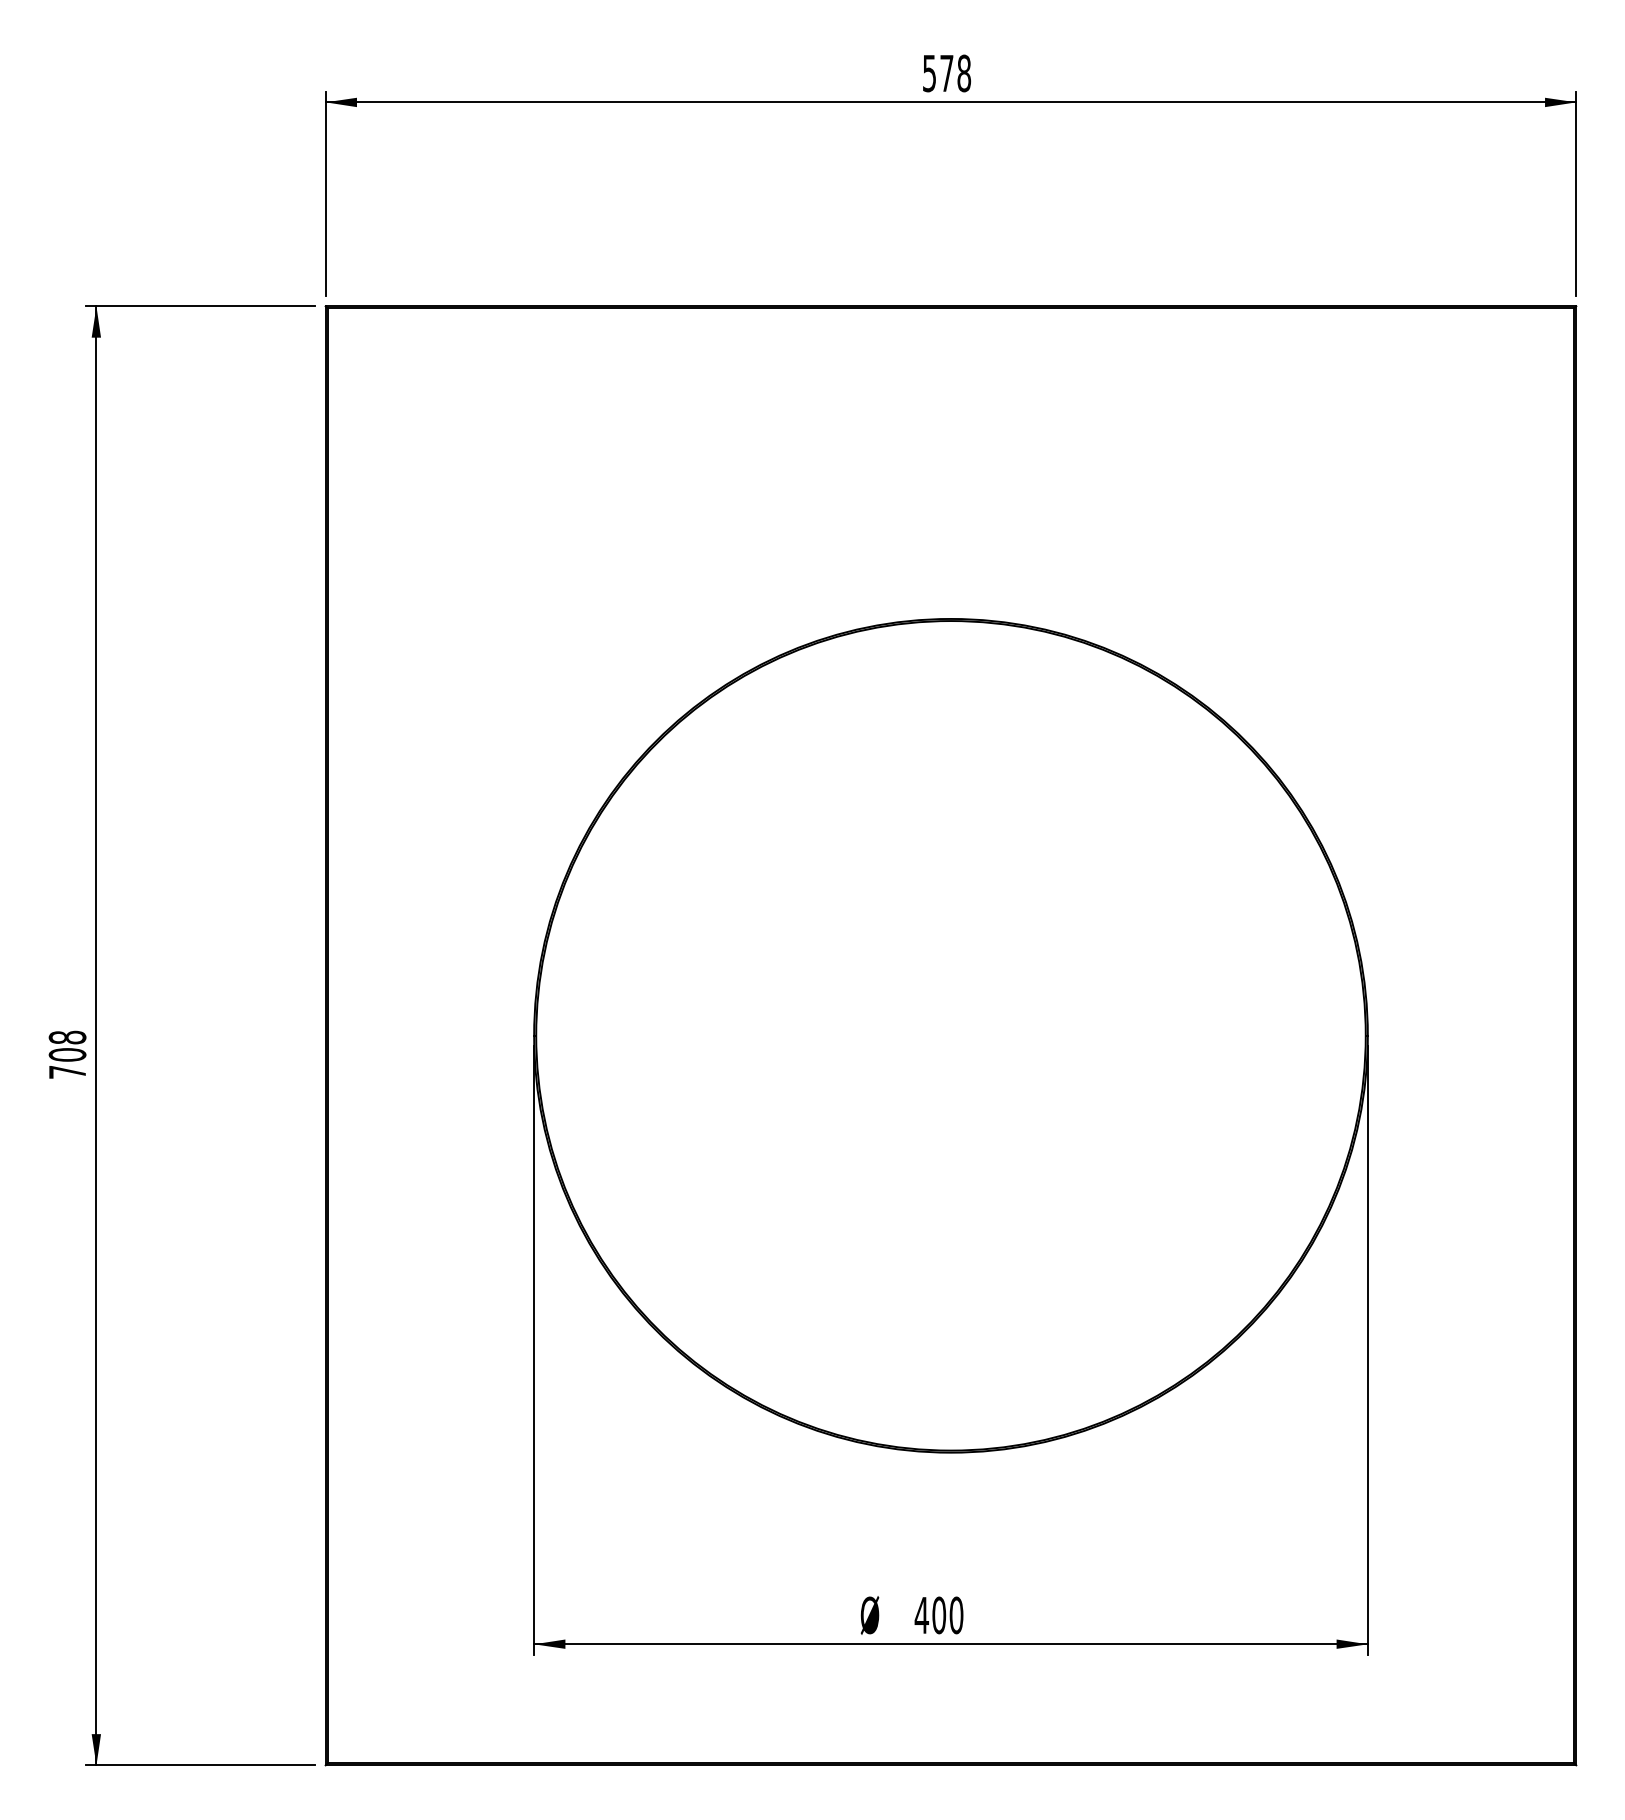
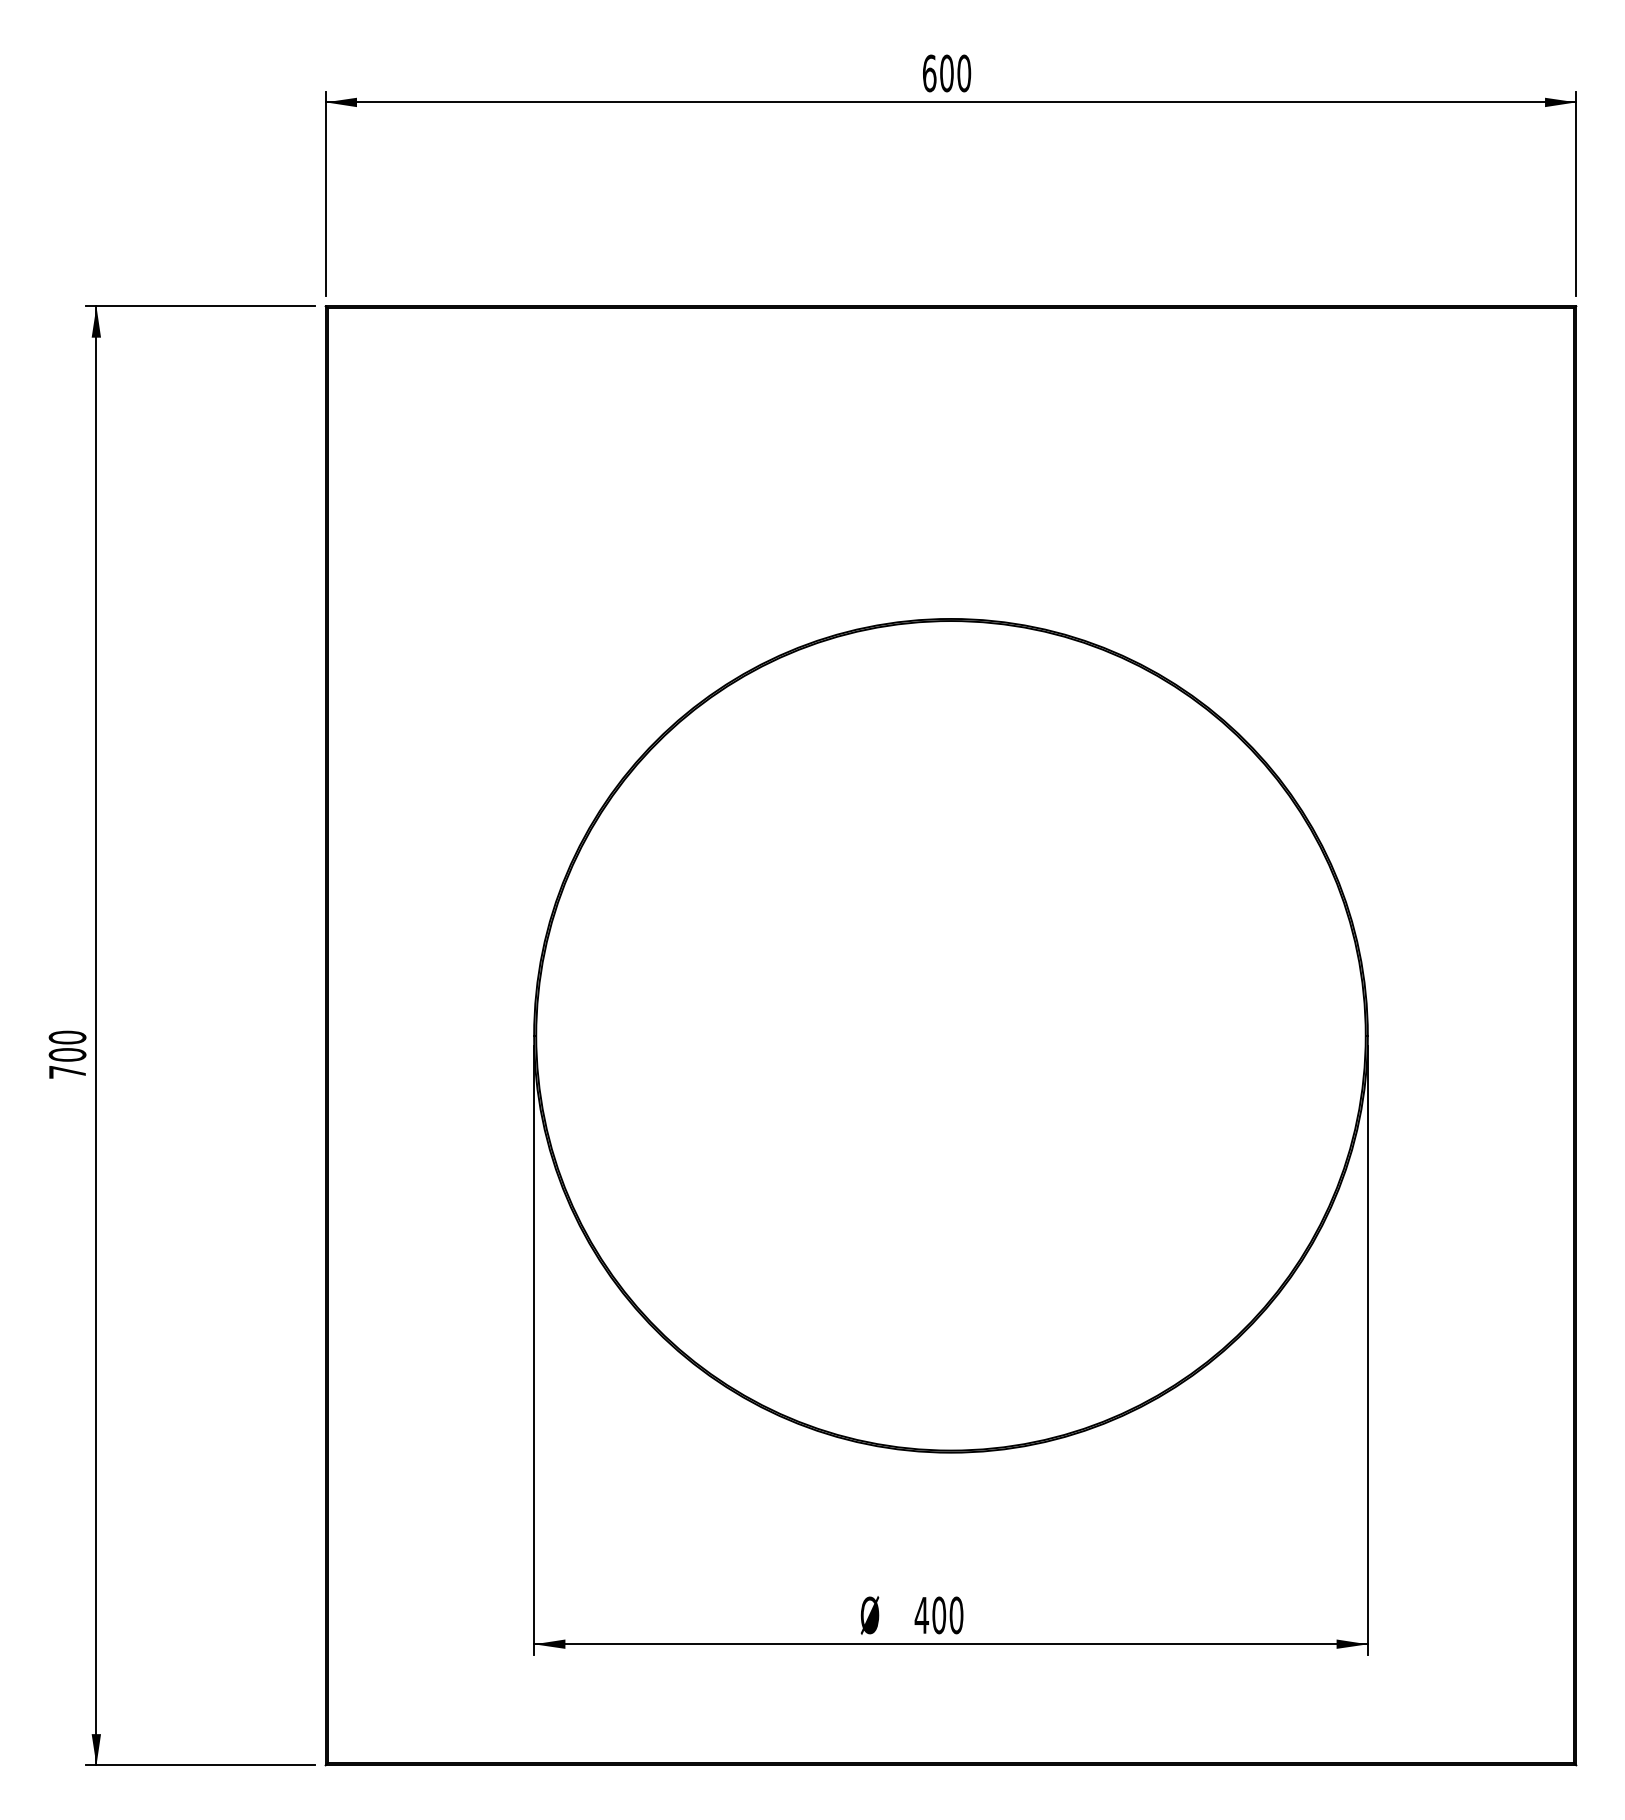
text at (947, 73): 578 -> 600
text at (67, 1037): 708 -> 700
